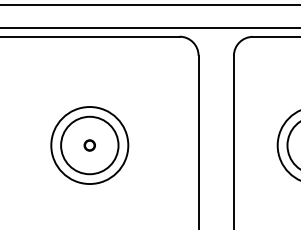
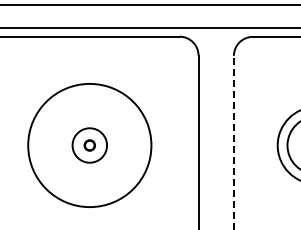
line at (233, 142): solid -> dashed
circle at (89, 145) diameter: 57 px -> 34 px
circle at (89, 145) diameter: 77 px -> 123 px
